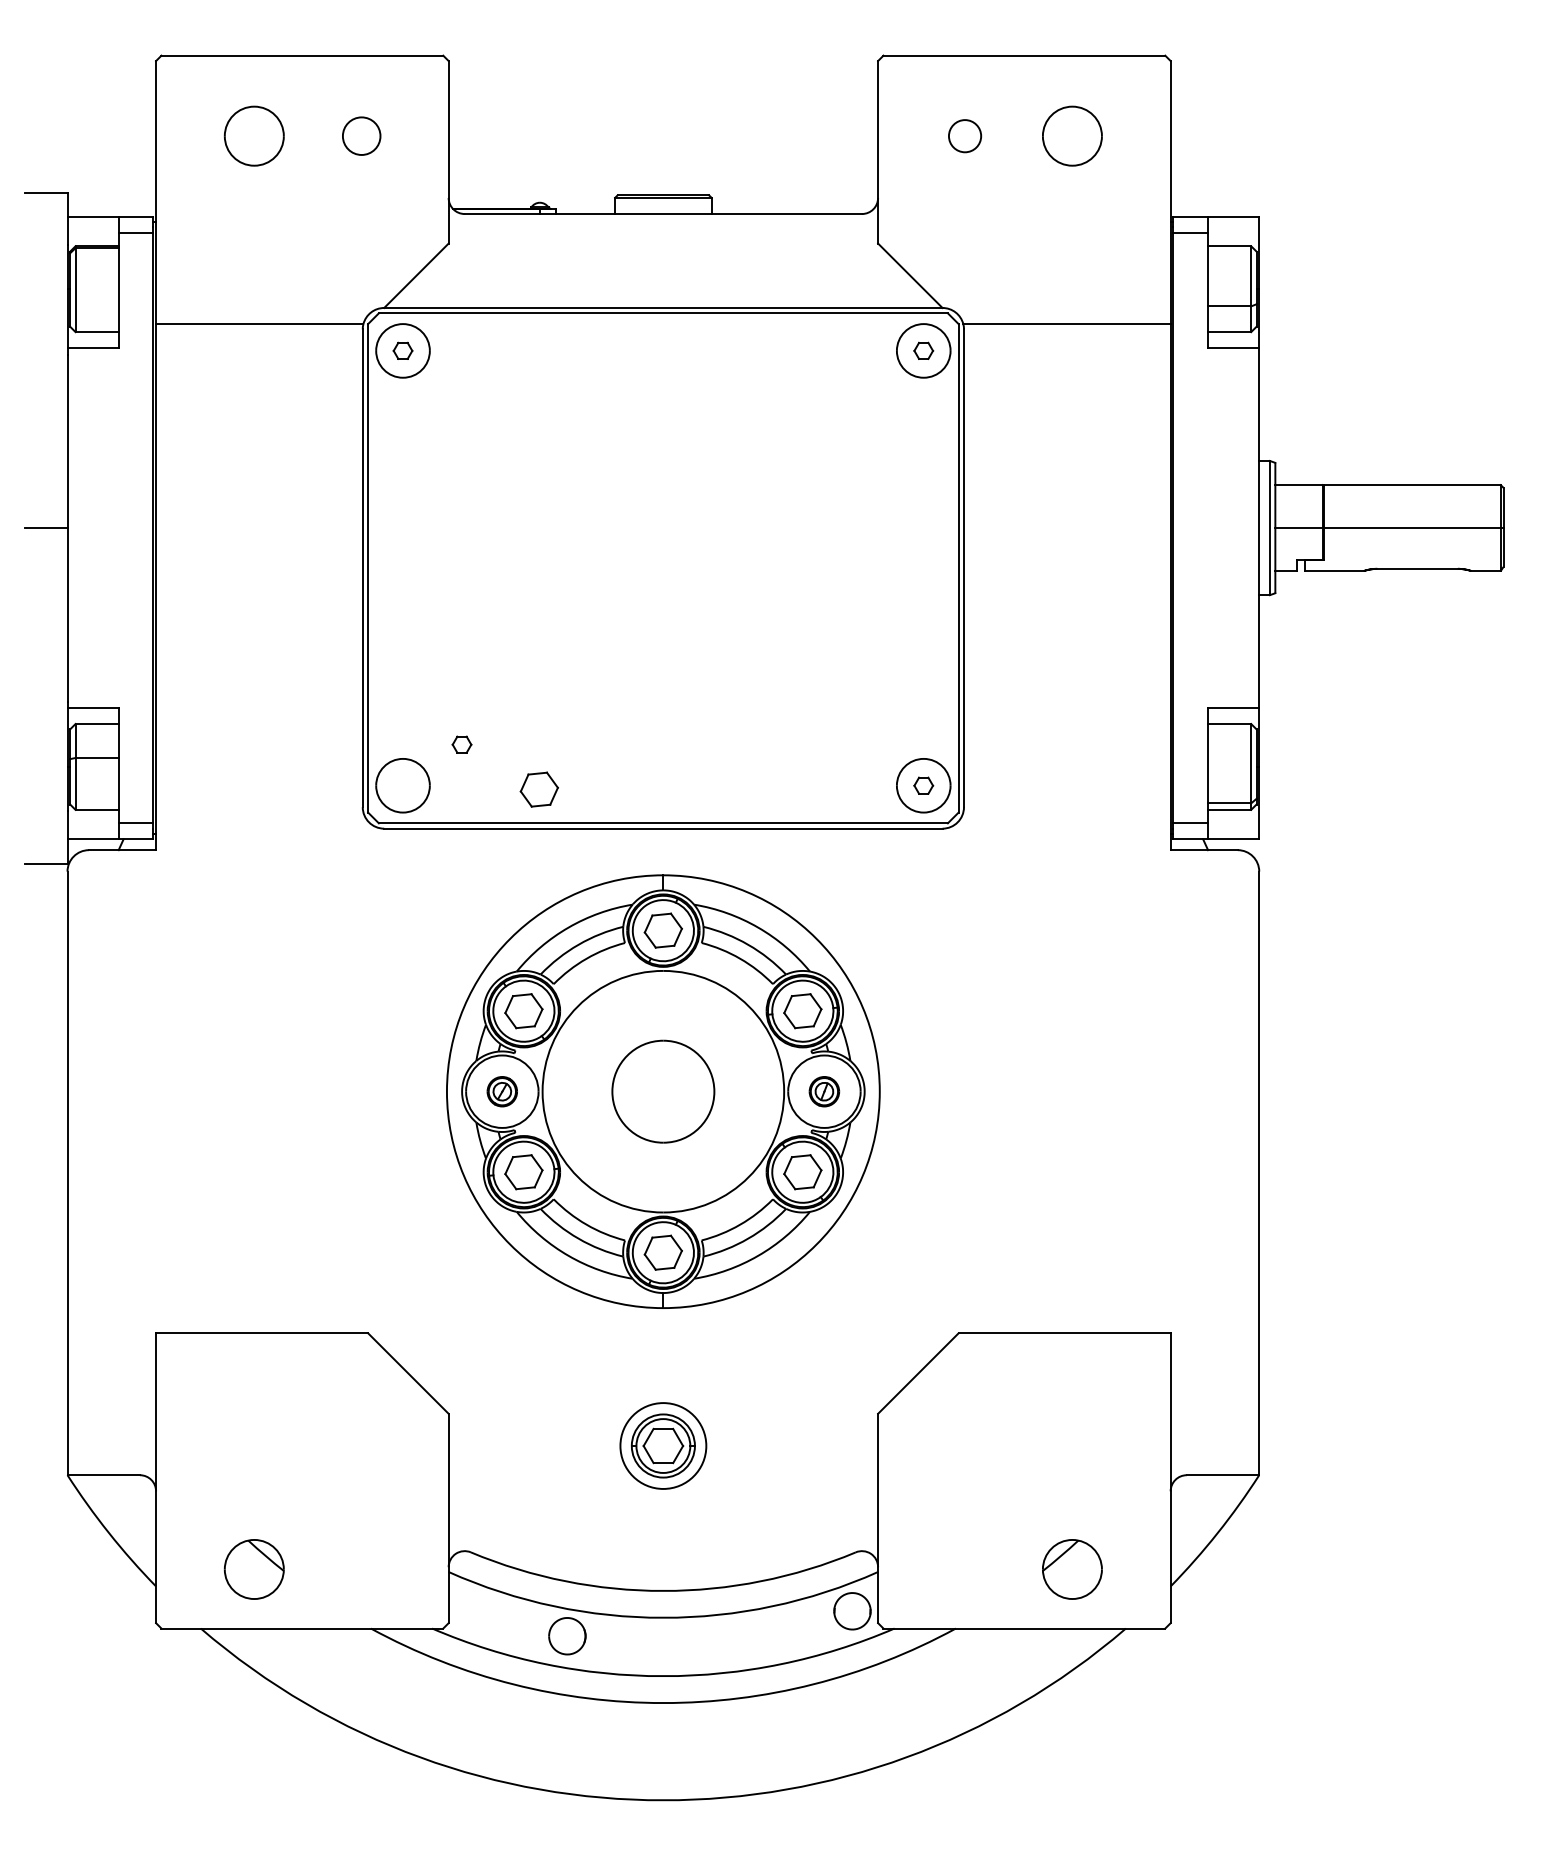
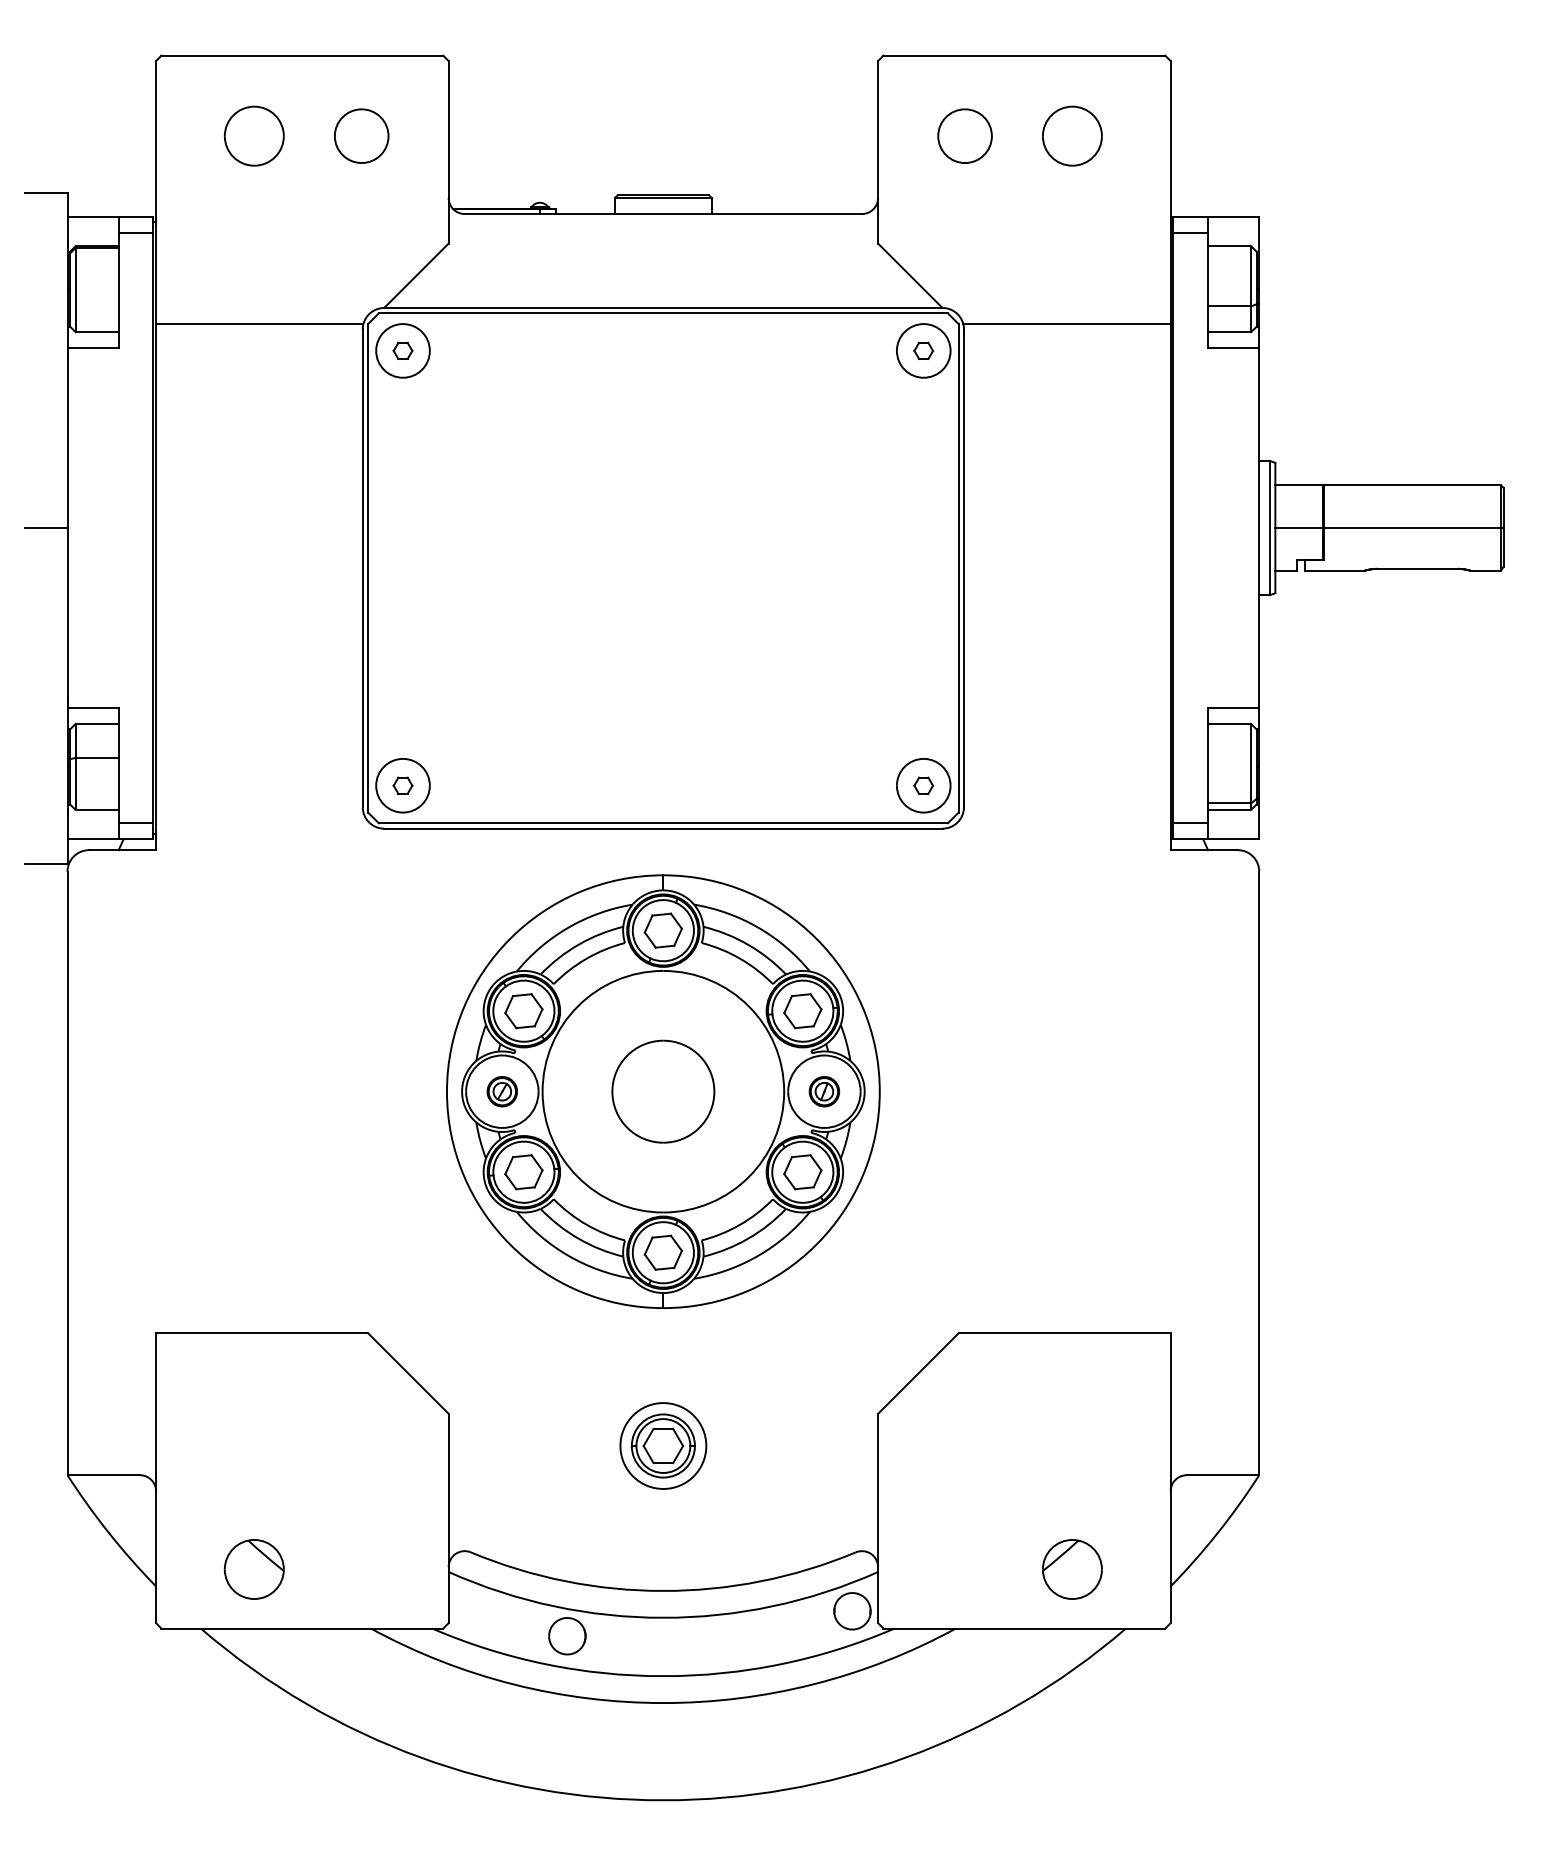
circle at (361, 135) diameter: 38 px -> 54 px
circle at (964, 136) diameter: 32 px -> 54 px
part at (461, 744) position: (461, 744) -> (402, 785)
part at (538, 789): present -> none
